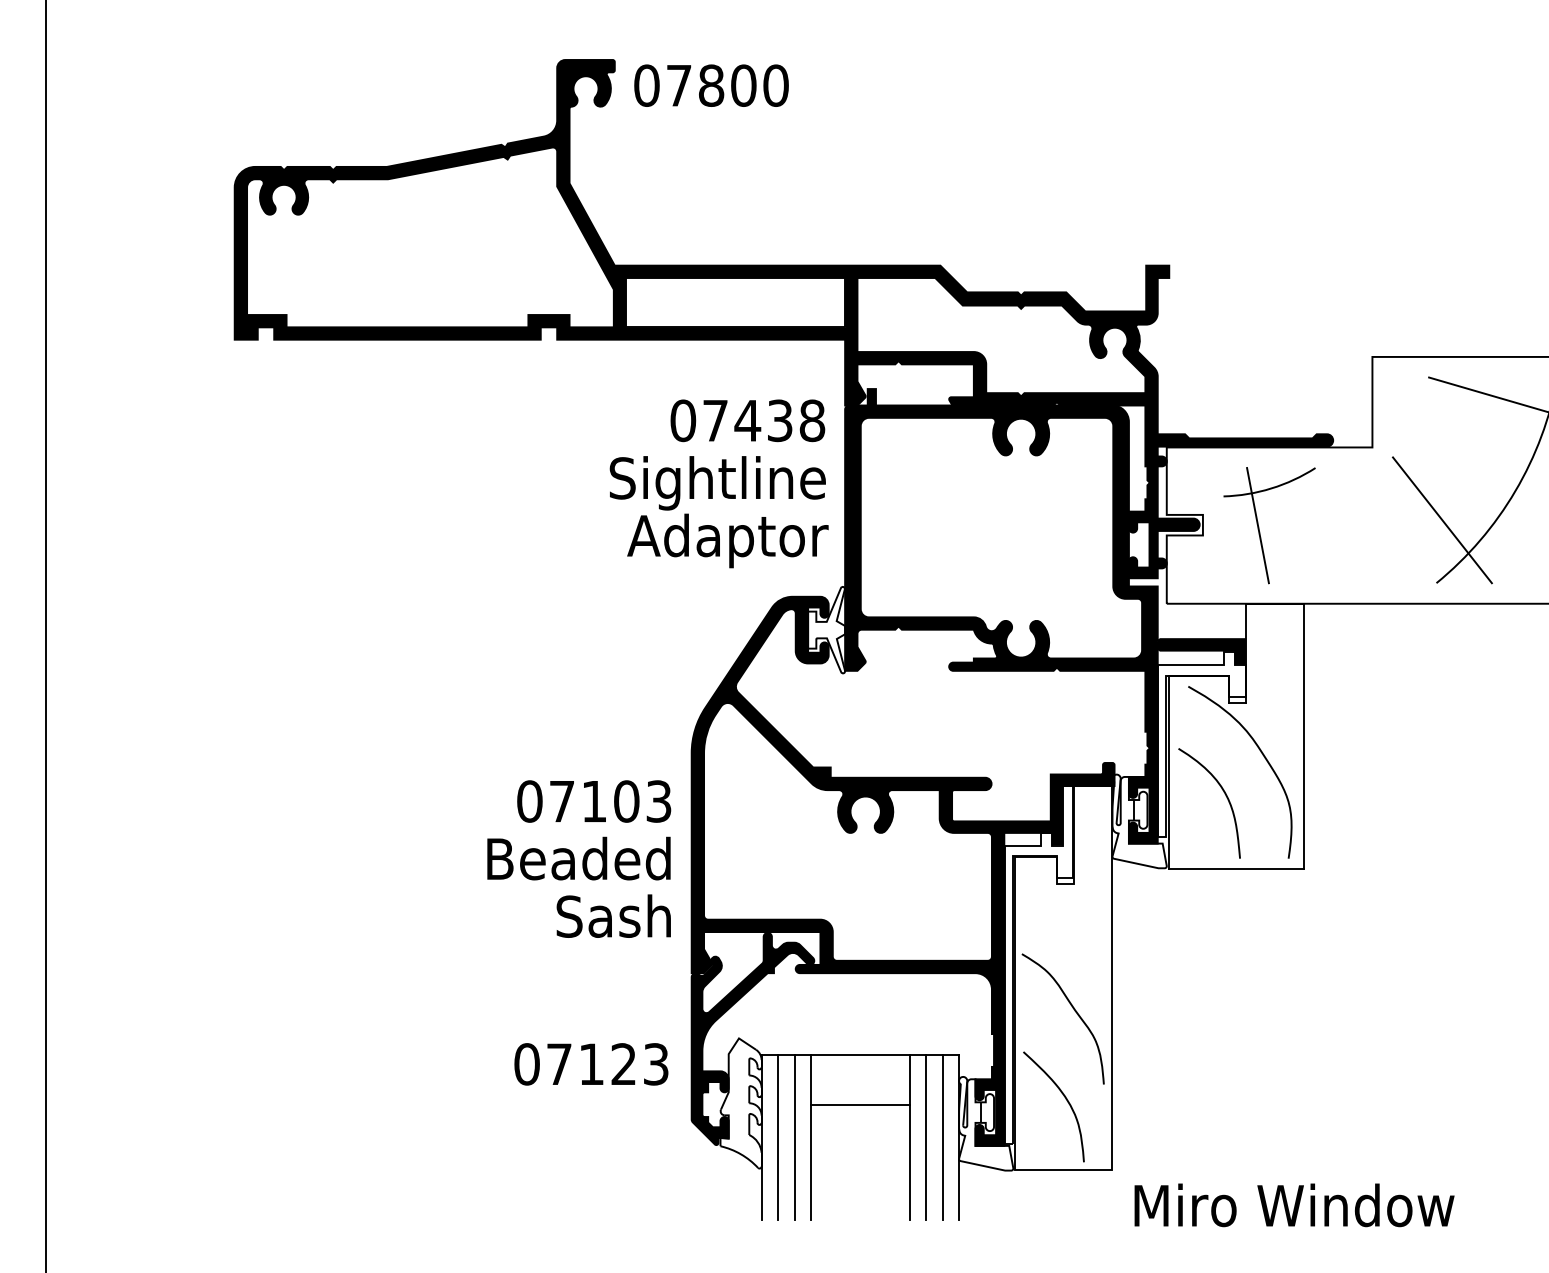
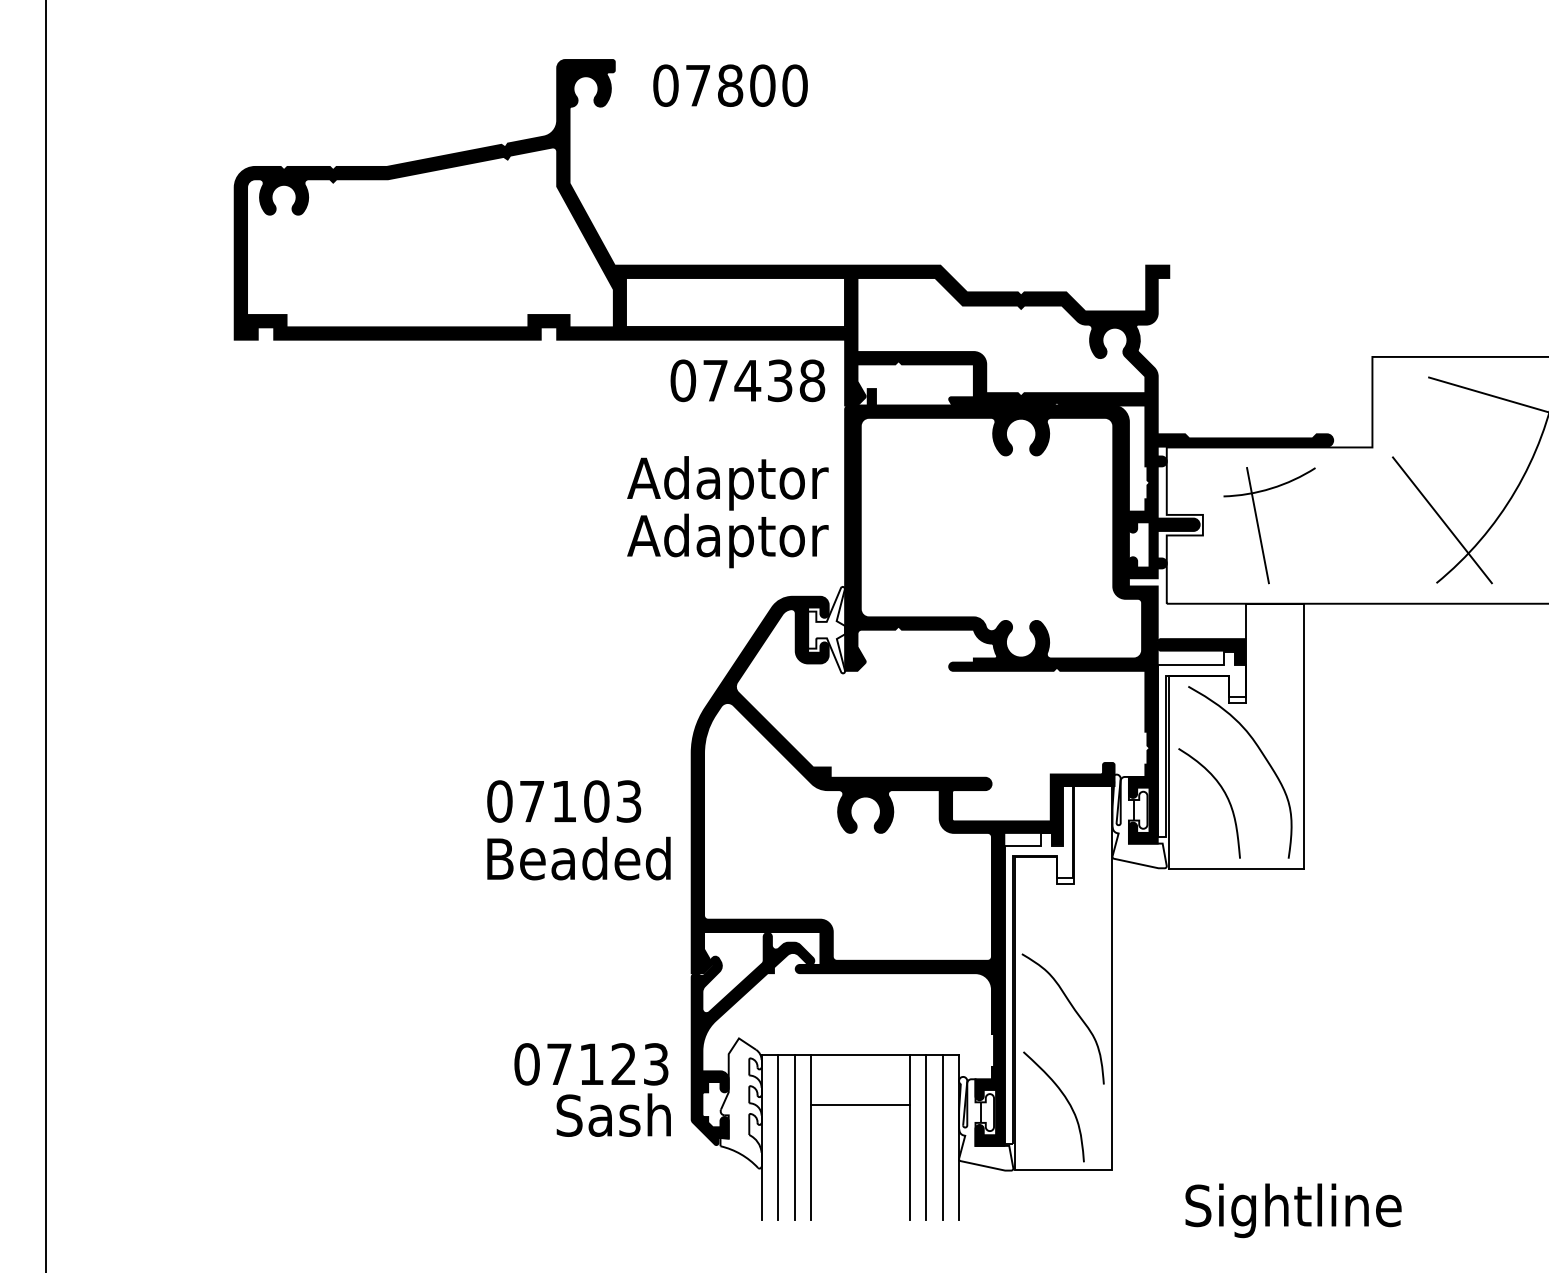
text at (711, 85) position: (711, 85) -> (730, 85)
text at (747, 420) position: (747, 420) -> (747, 380)
text at (718, 483): Sightline -> Adaptor
text at (594, 801) position: (594, 801) -> (564, 801)
text at (613, 915) position: (613, 915) -> (613, 1114)
text at (1294, 1210): Miro Window -> Sightline
